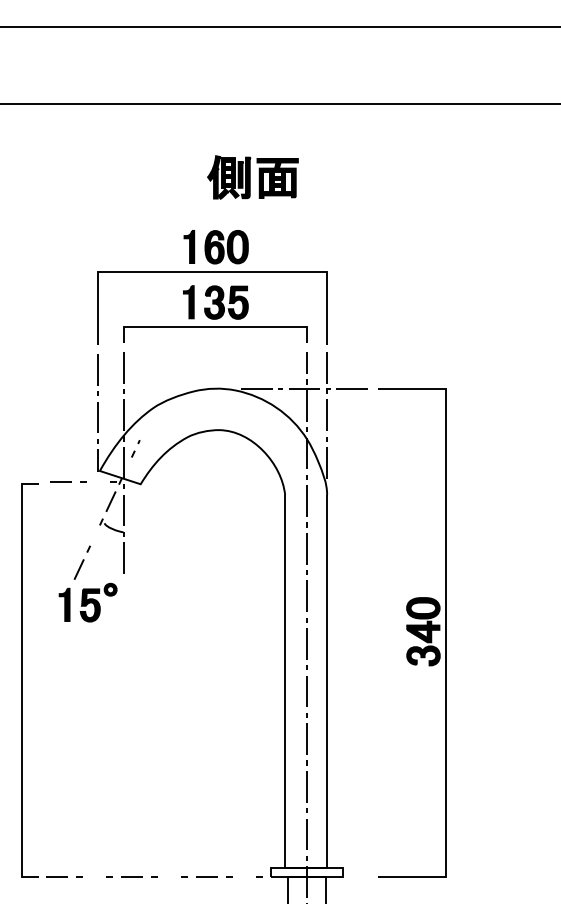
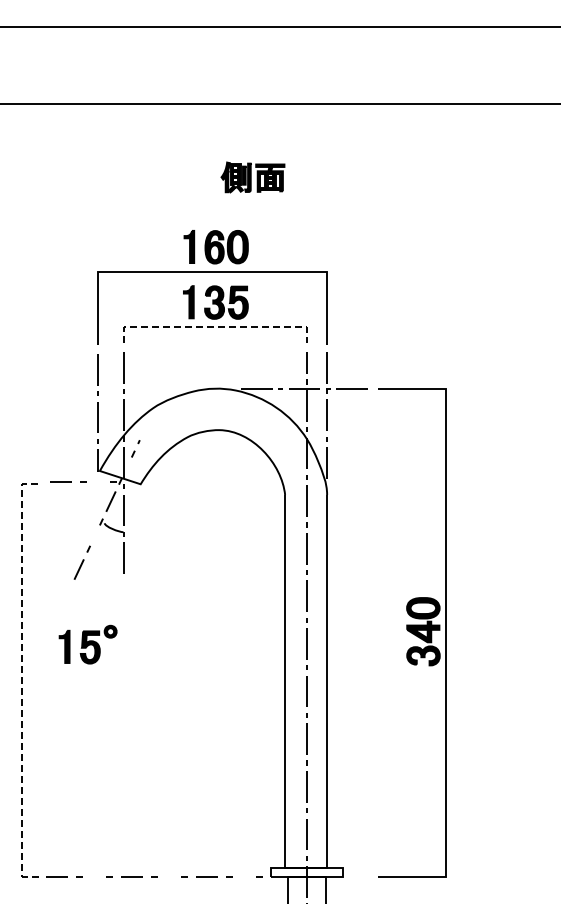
part at (252, 177) size: 92x45 px -> 66x33 px
line at (215, 327): solid -> dashed
part at (87, 602) position: (87, 602) -> (87, 644)
line at (22, 680): solid -> dashed
